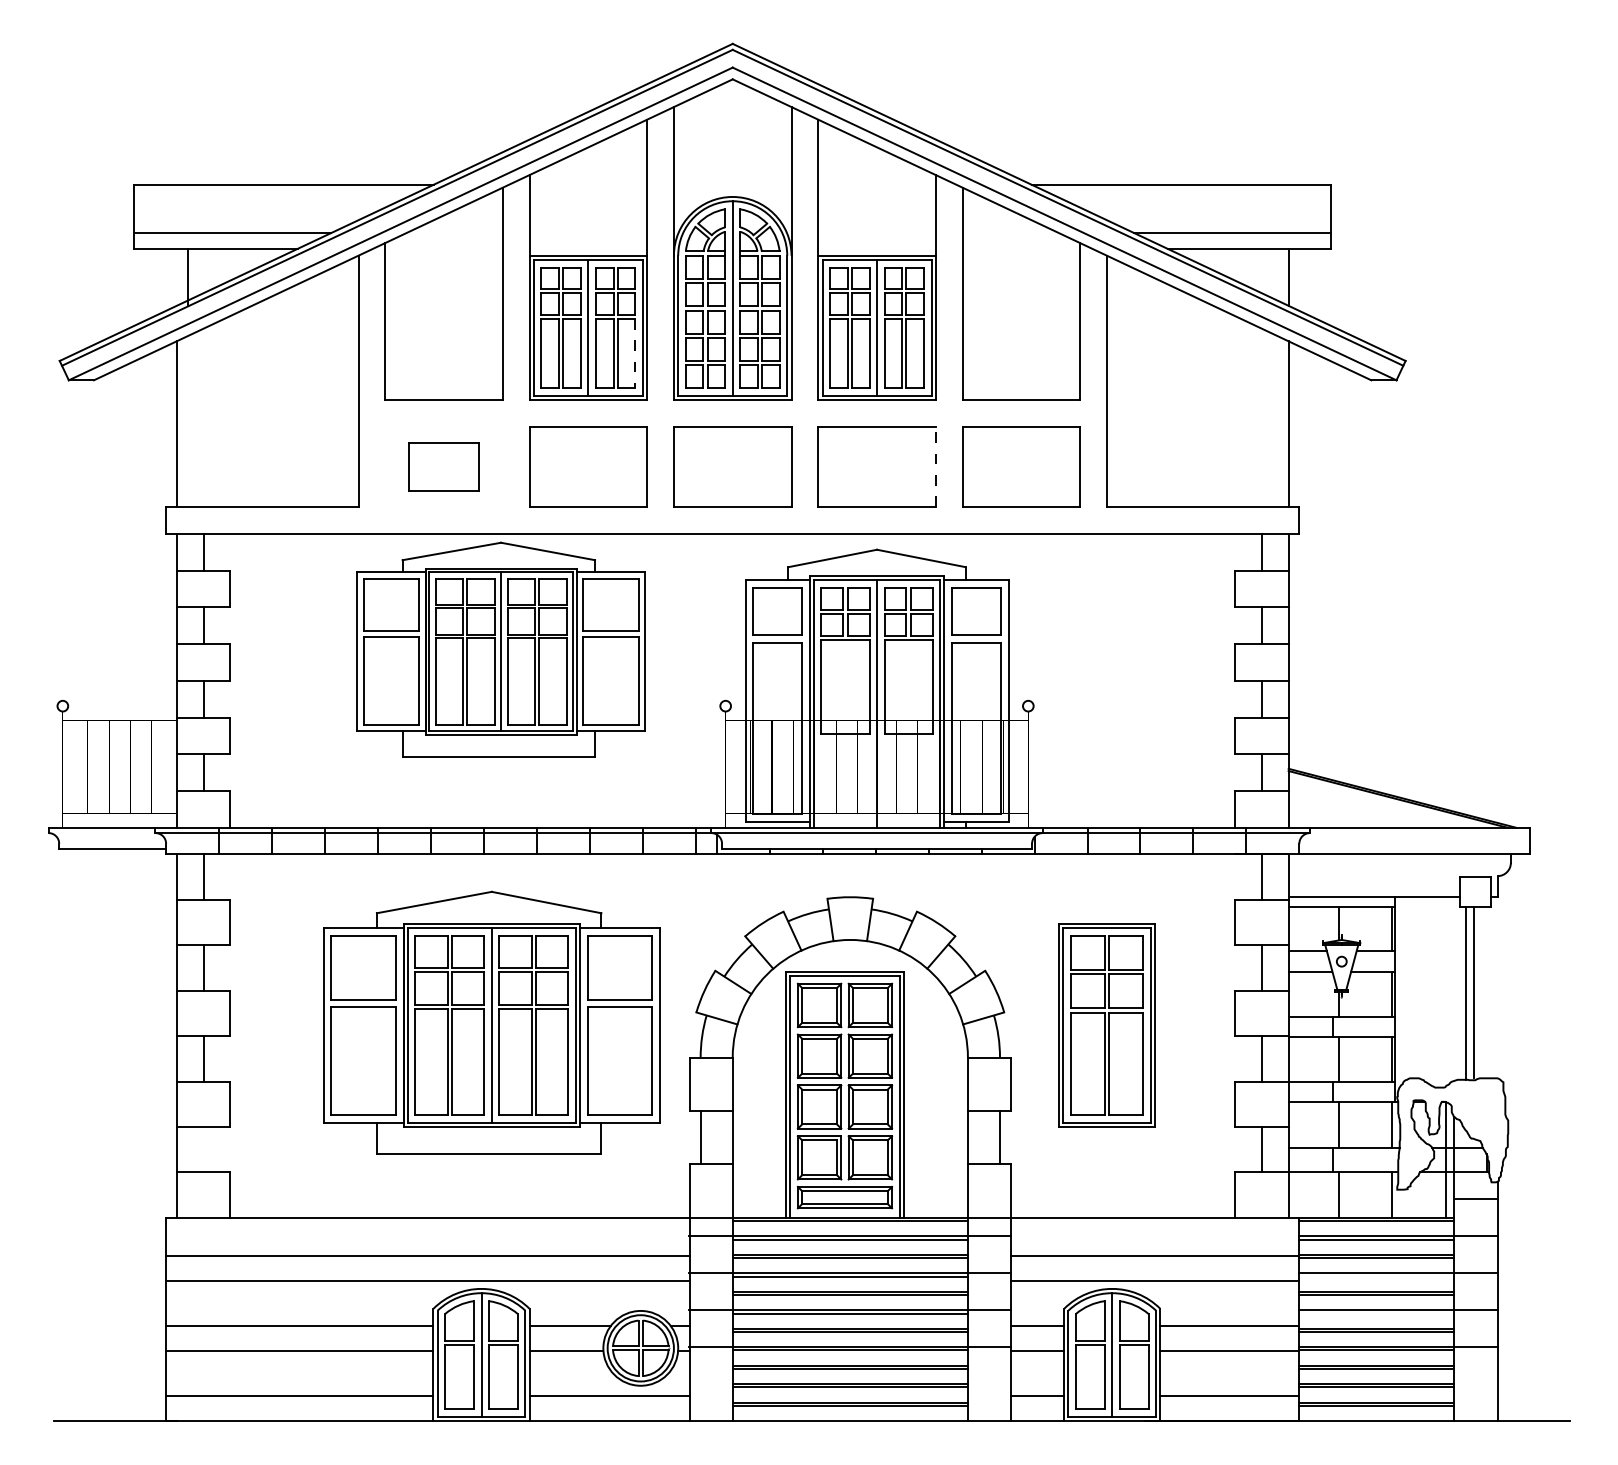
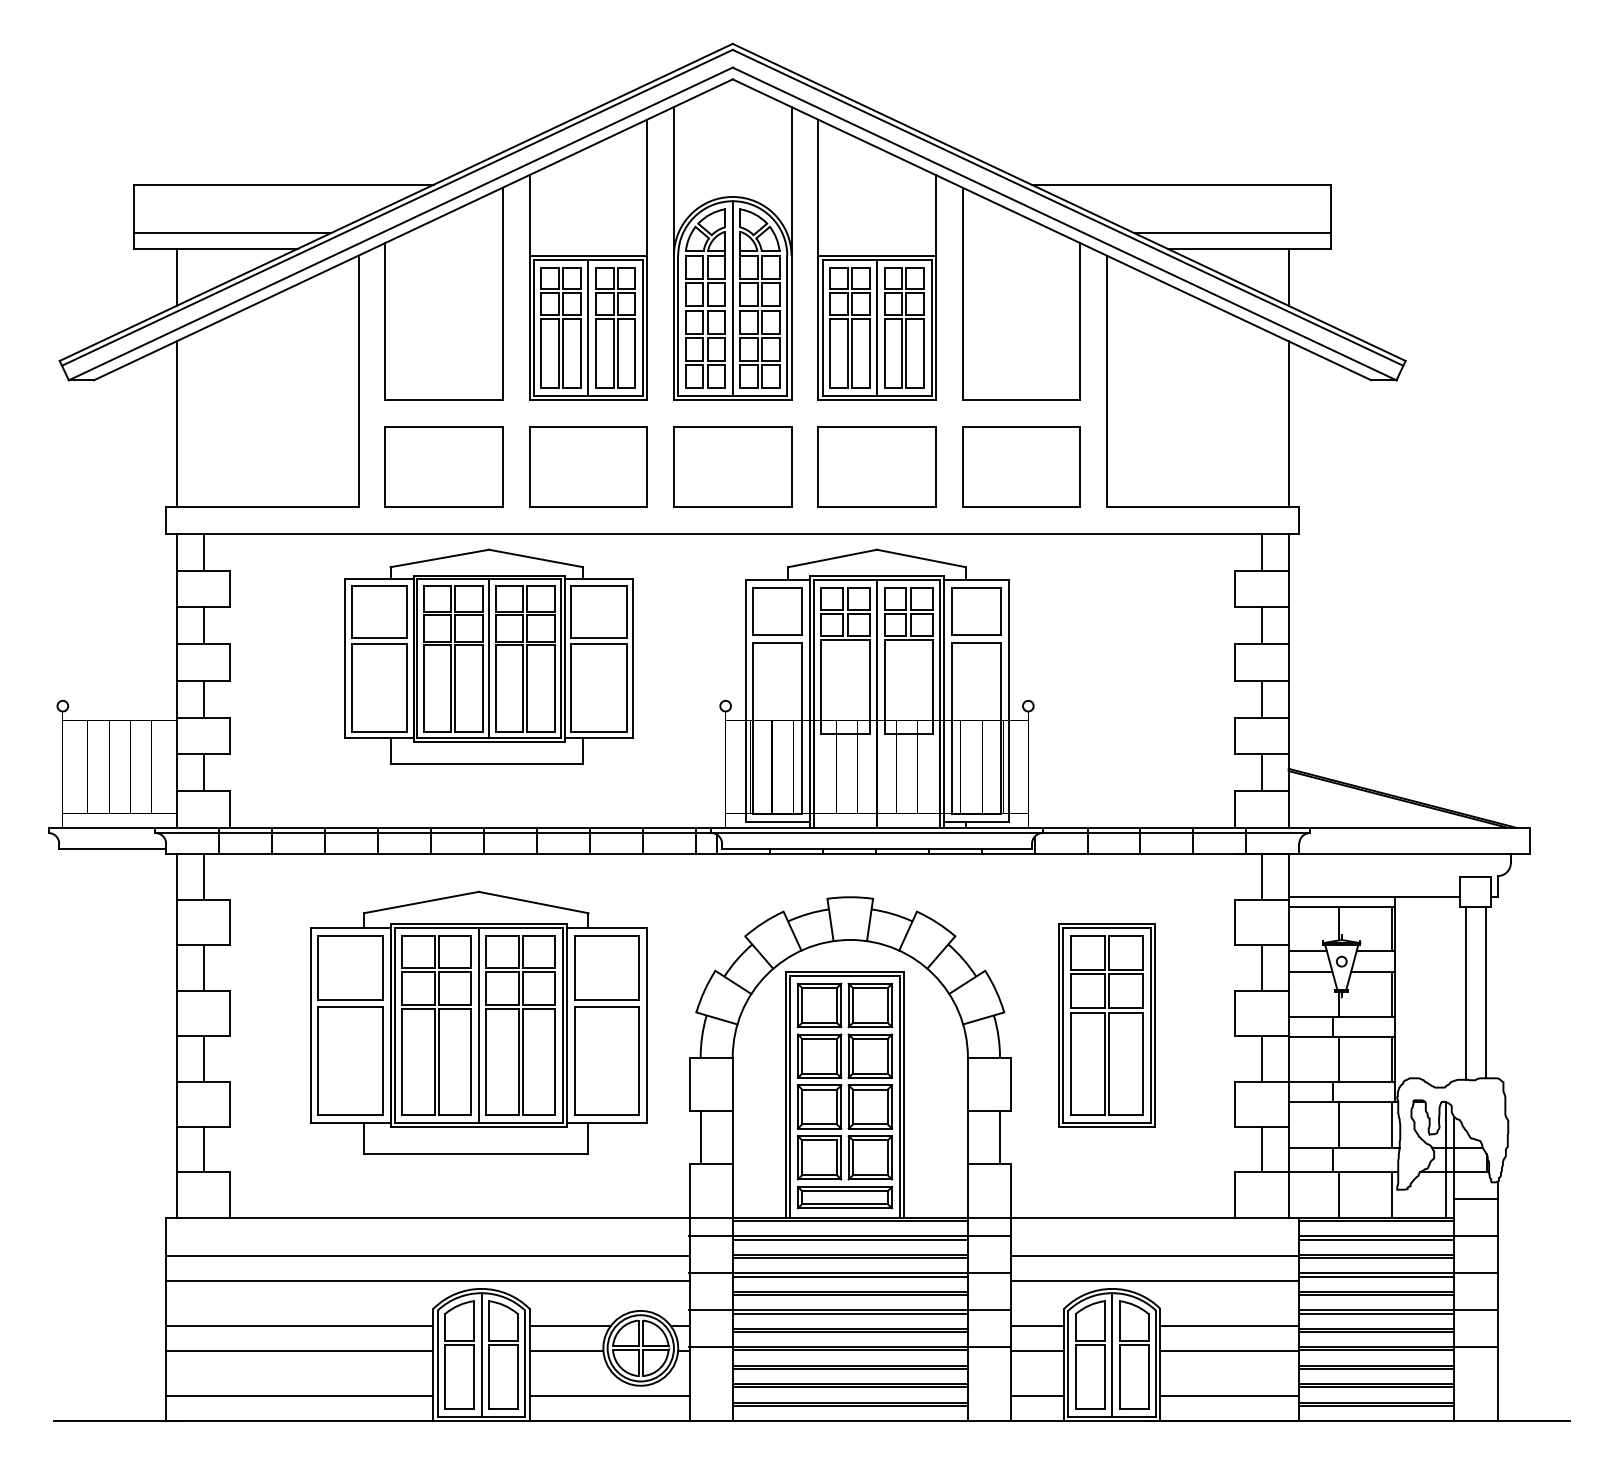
line at (187, 276) position: (187, 276) -> (176, 276)
line at (635, 353): dashed -> solid
part at (443, 466) size: 72x50 px -> 120x82 px
line at (935, 466): dashed -> solid
part at (500, 649) position: (500, 649) -> (488, 656)
line at (1473, 992) position: (1473, 992) -> (1485, 992)
part at (491, 1022) position: (491, 1022) -> (478, 1022)
line at (203, 1149): none -> present
line at (1376, 1276): none -> present
line at (1376, 1313): none -> present
